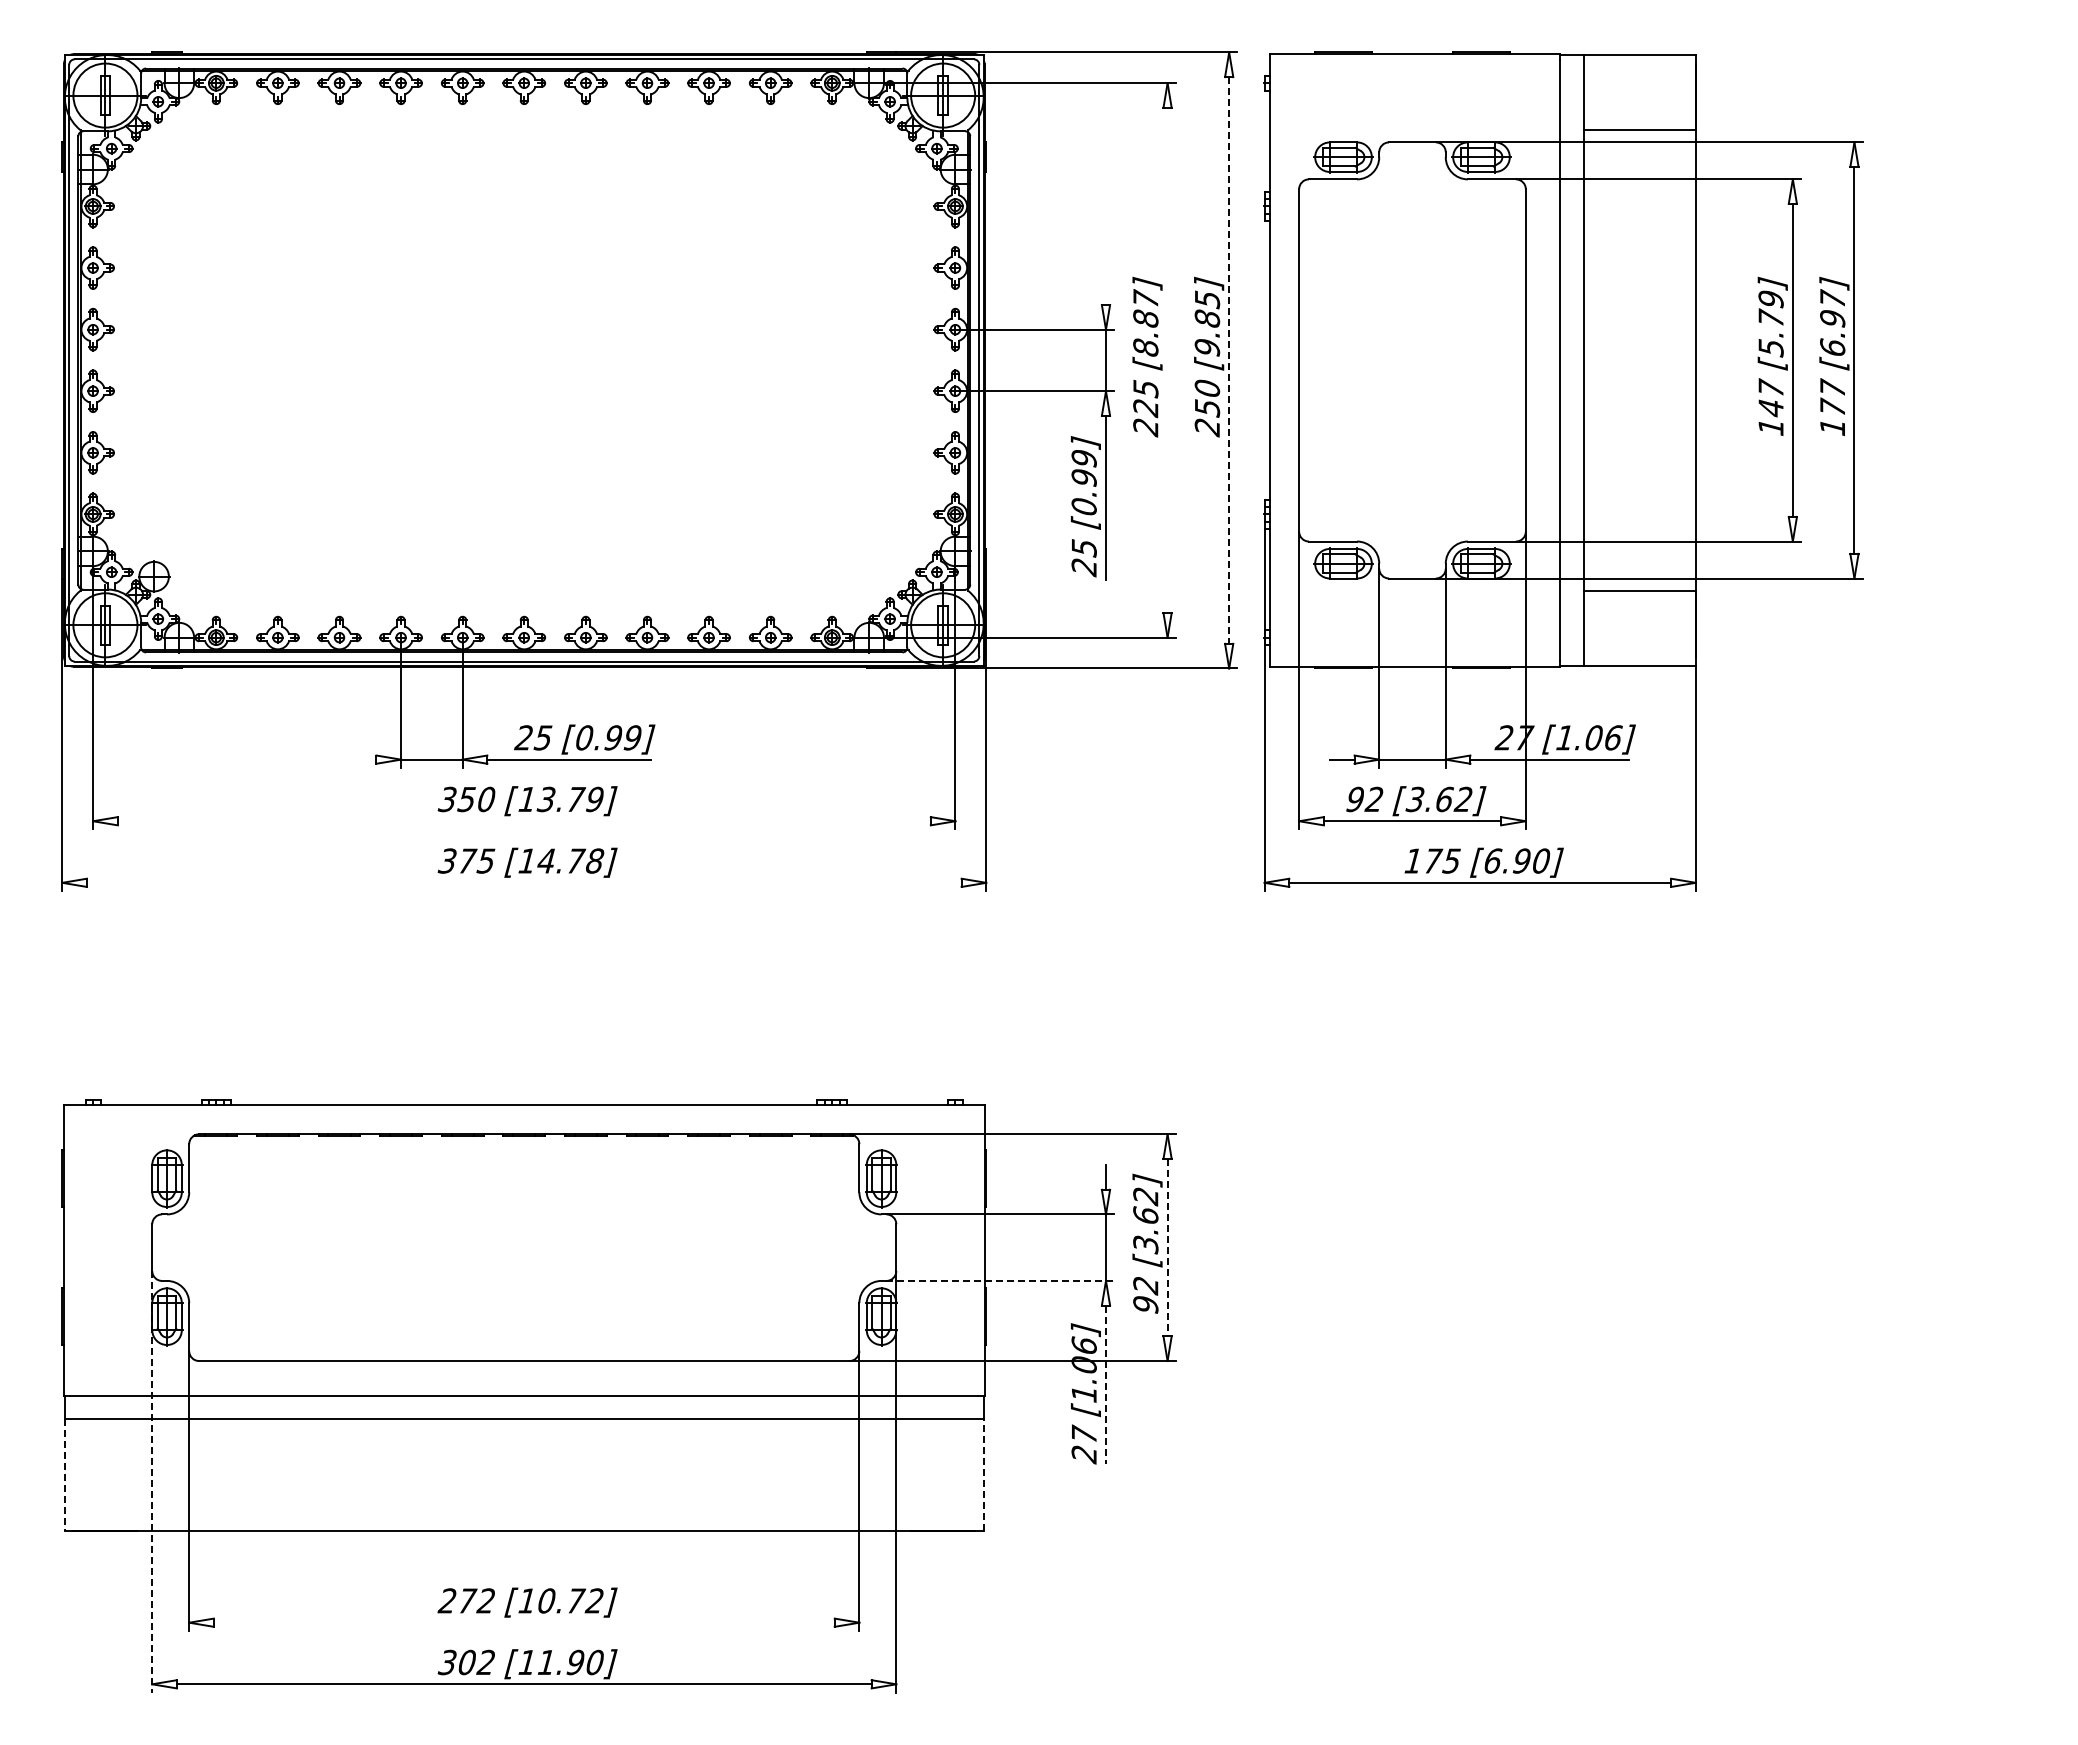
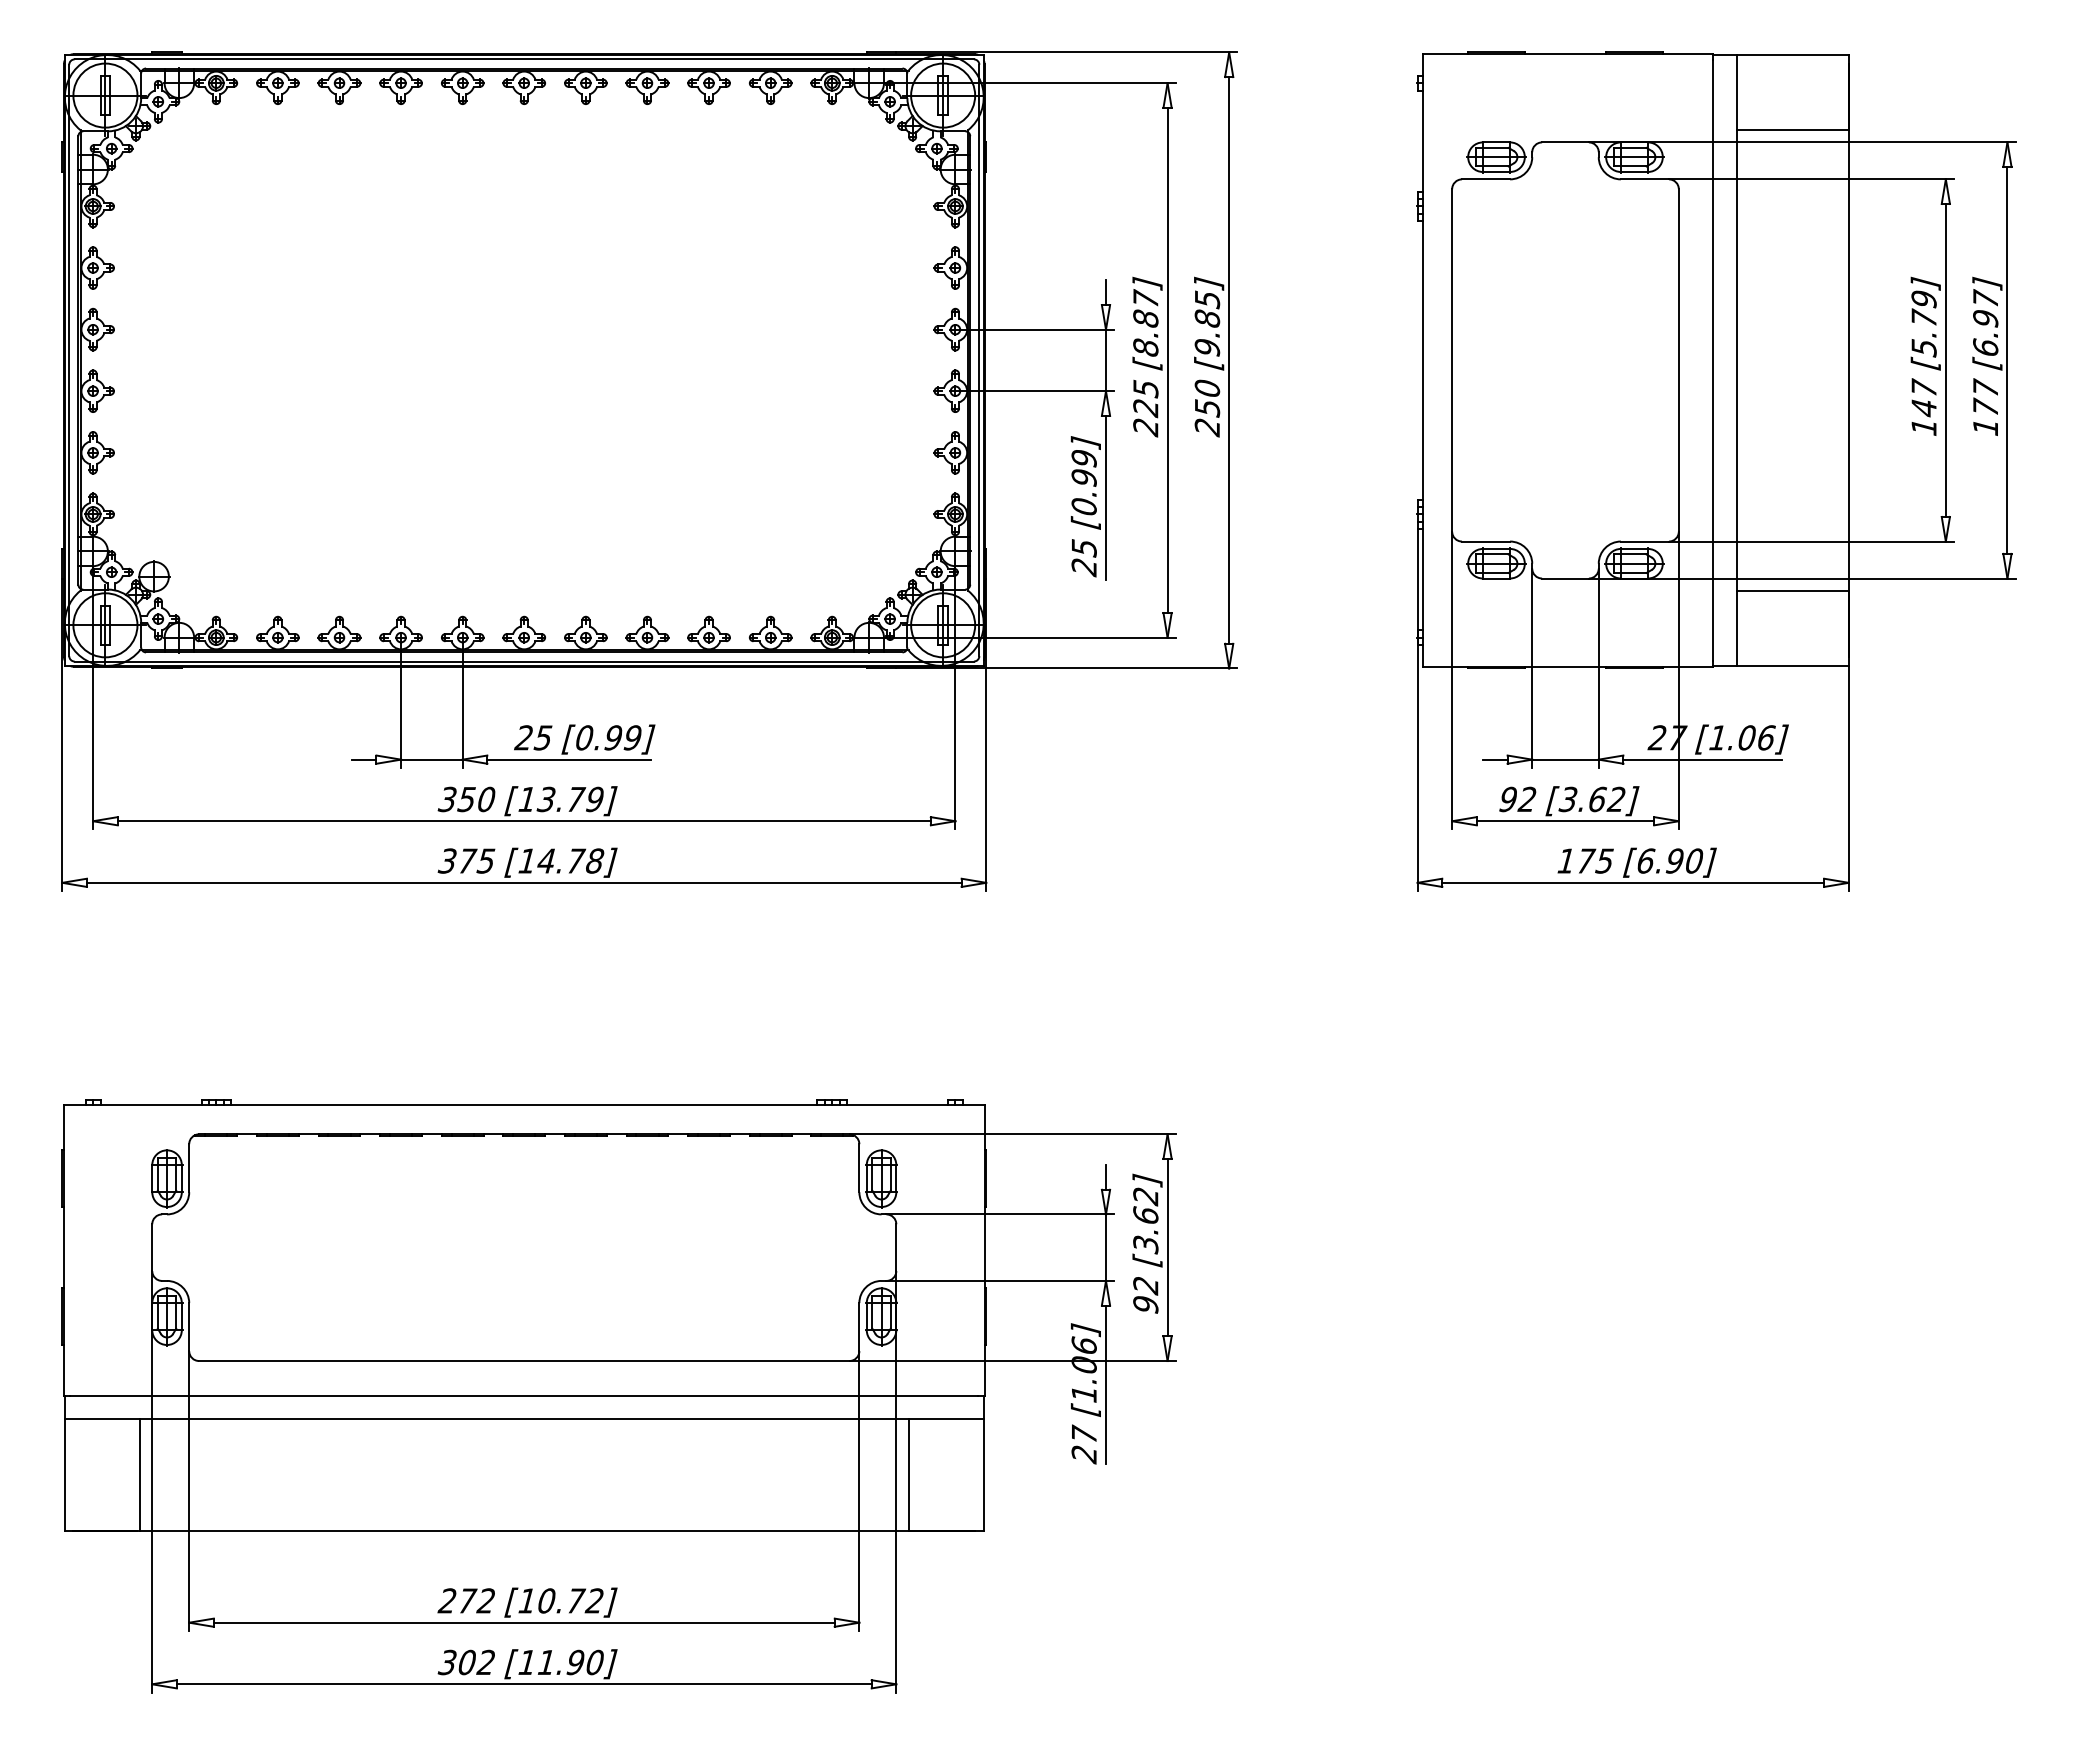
line at (1106, 292): none -> present
line at (1167, 360): none -> present
line at (1229, 360): dashed -> solid
part at (1563, 471) position: (1563, 471) -> (1716, 471)
line at (363, 759): none -> present
line at (523, 821): none -> present
line at (523, 882): none -> present
line at (1167, 1247): dashed -> solid
line at (1000, 1280): dashed -> solid
line at (1106, 1385): dashed -> solid
line at (64, 1475): dashed -> solid
line at (140, 1475): none -> present
line at (908, 1475): none -> present
line at (983, 1475): dashed -> solid
line at (152, 1481): dashed -> solid
line at (523, 1622): none -> present
